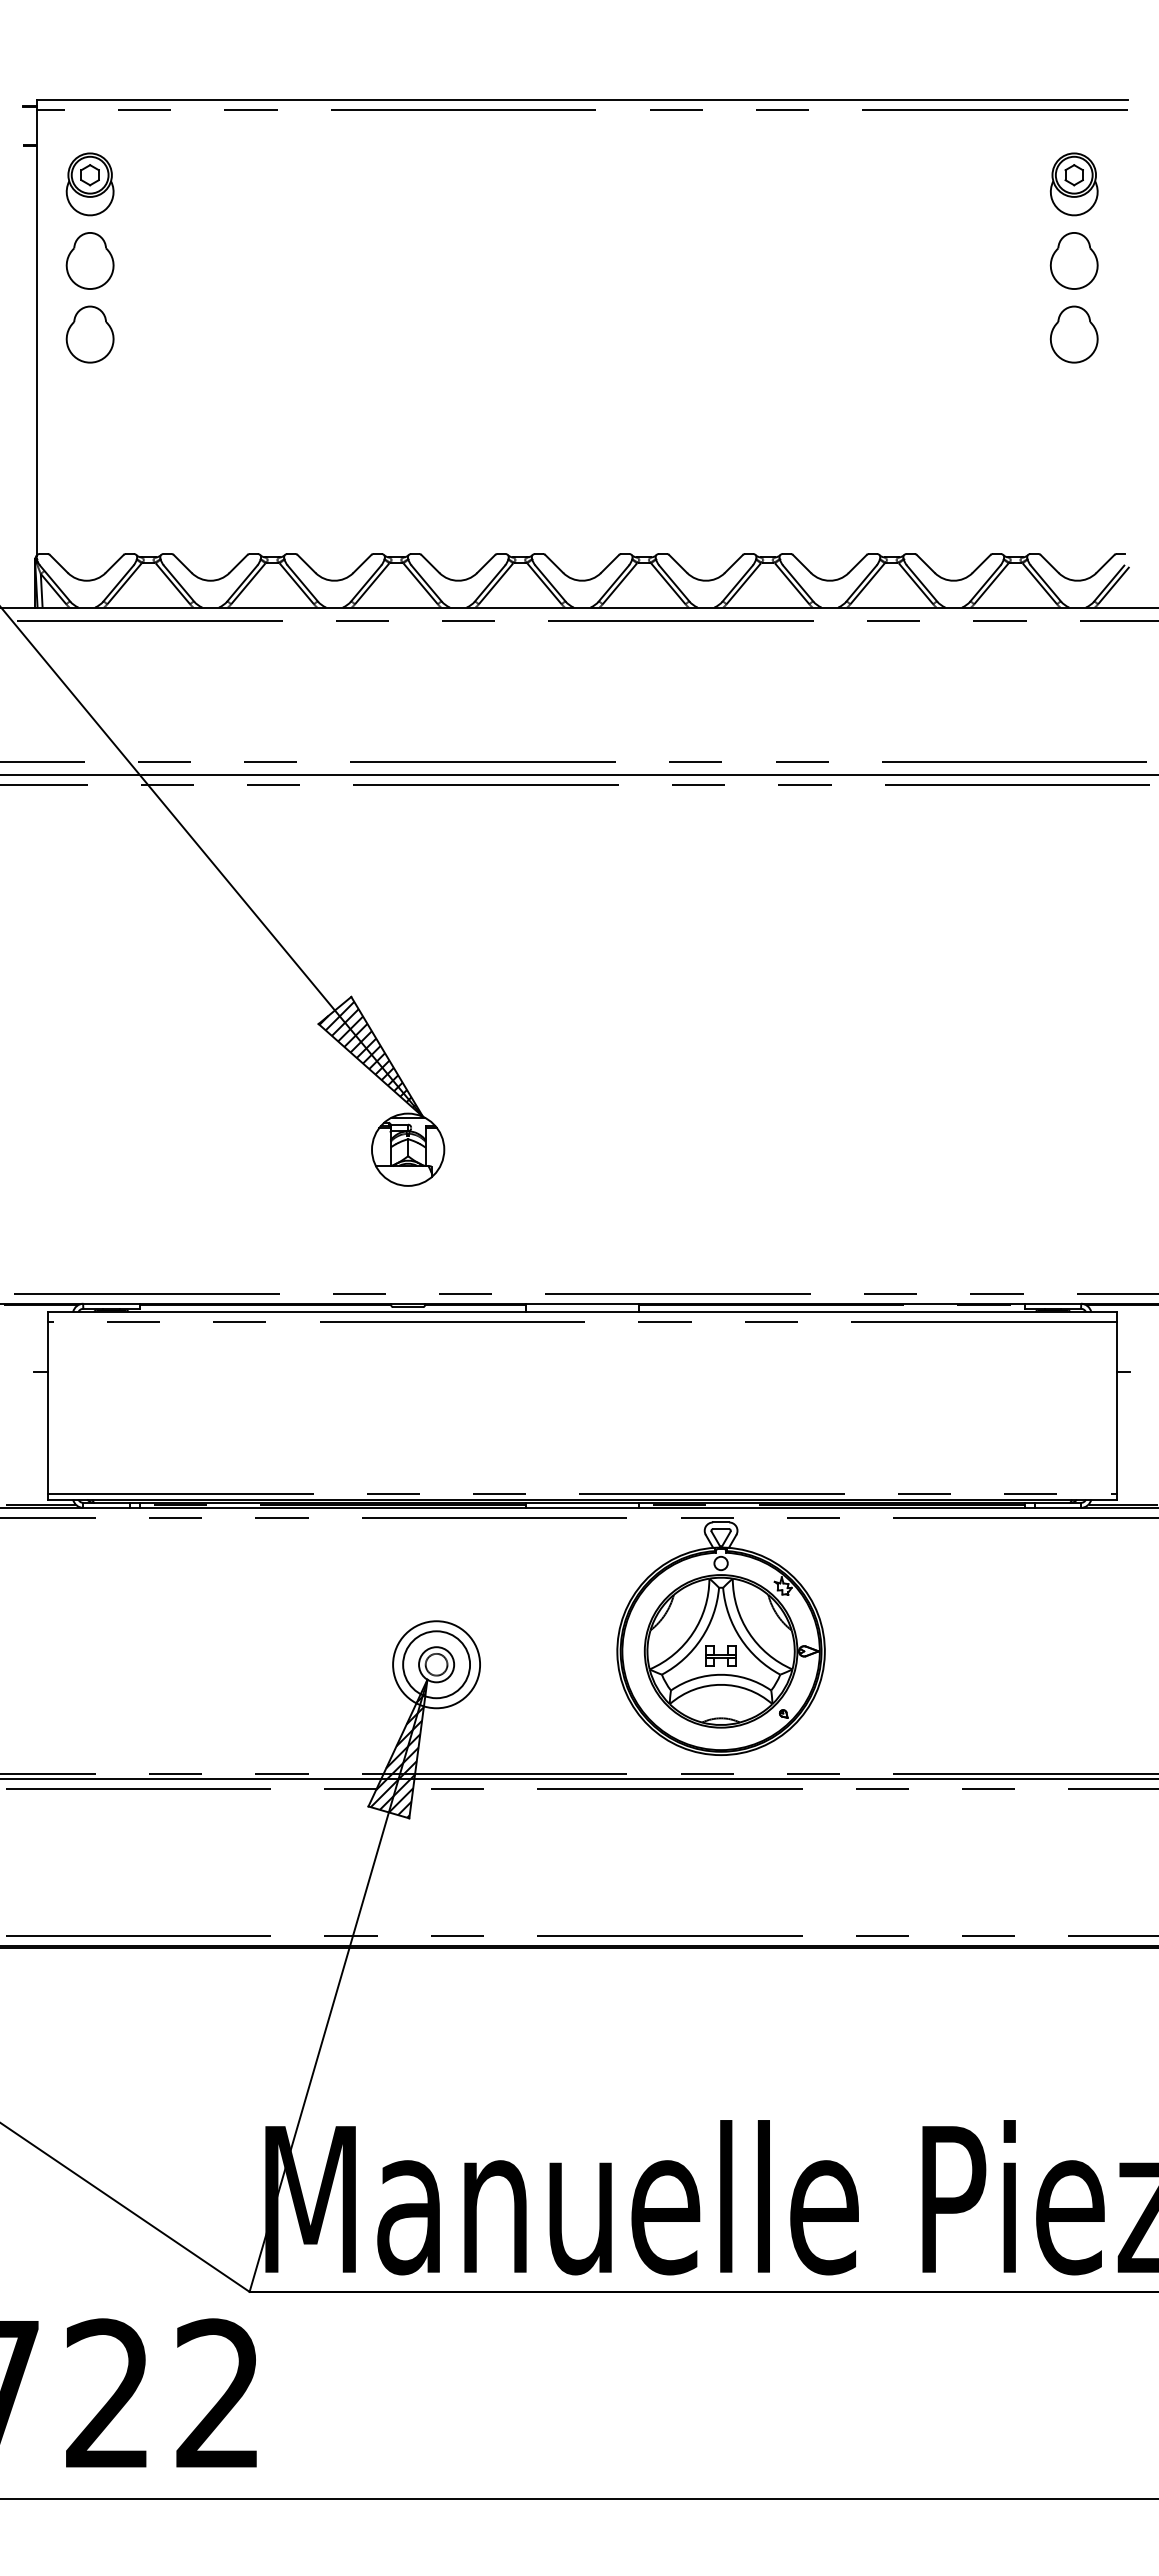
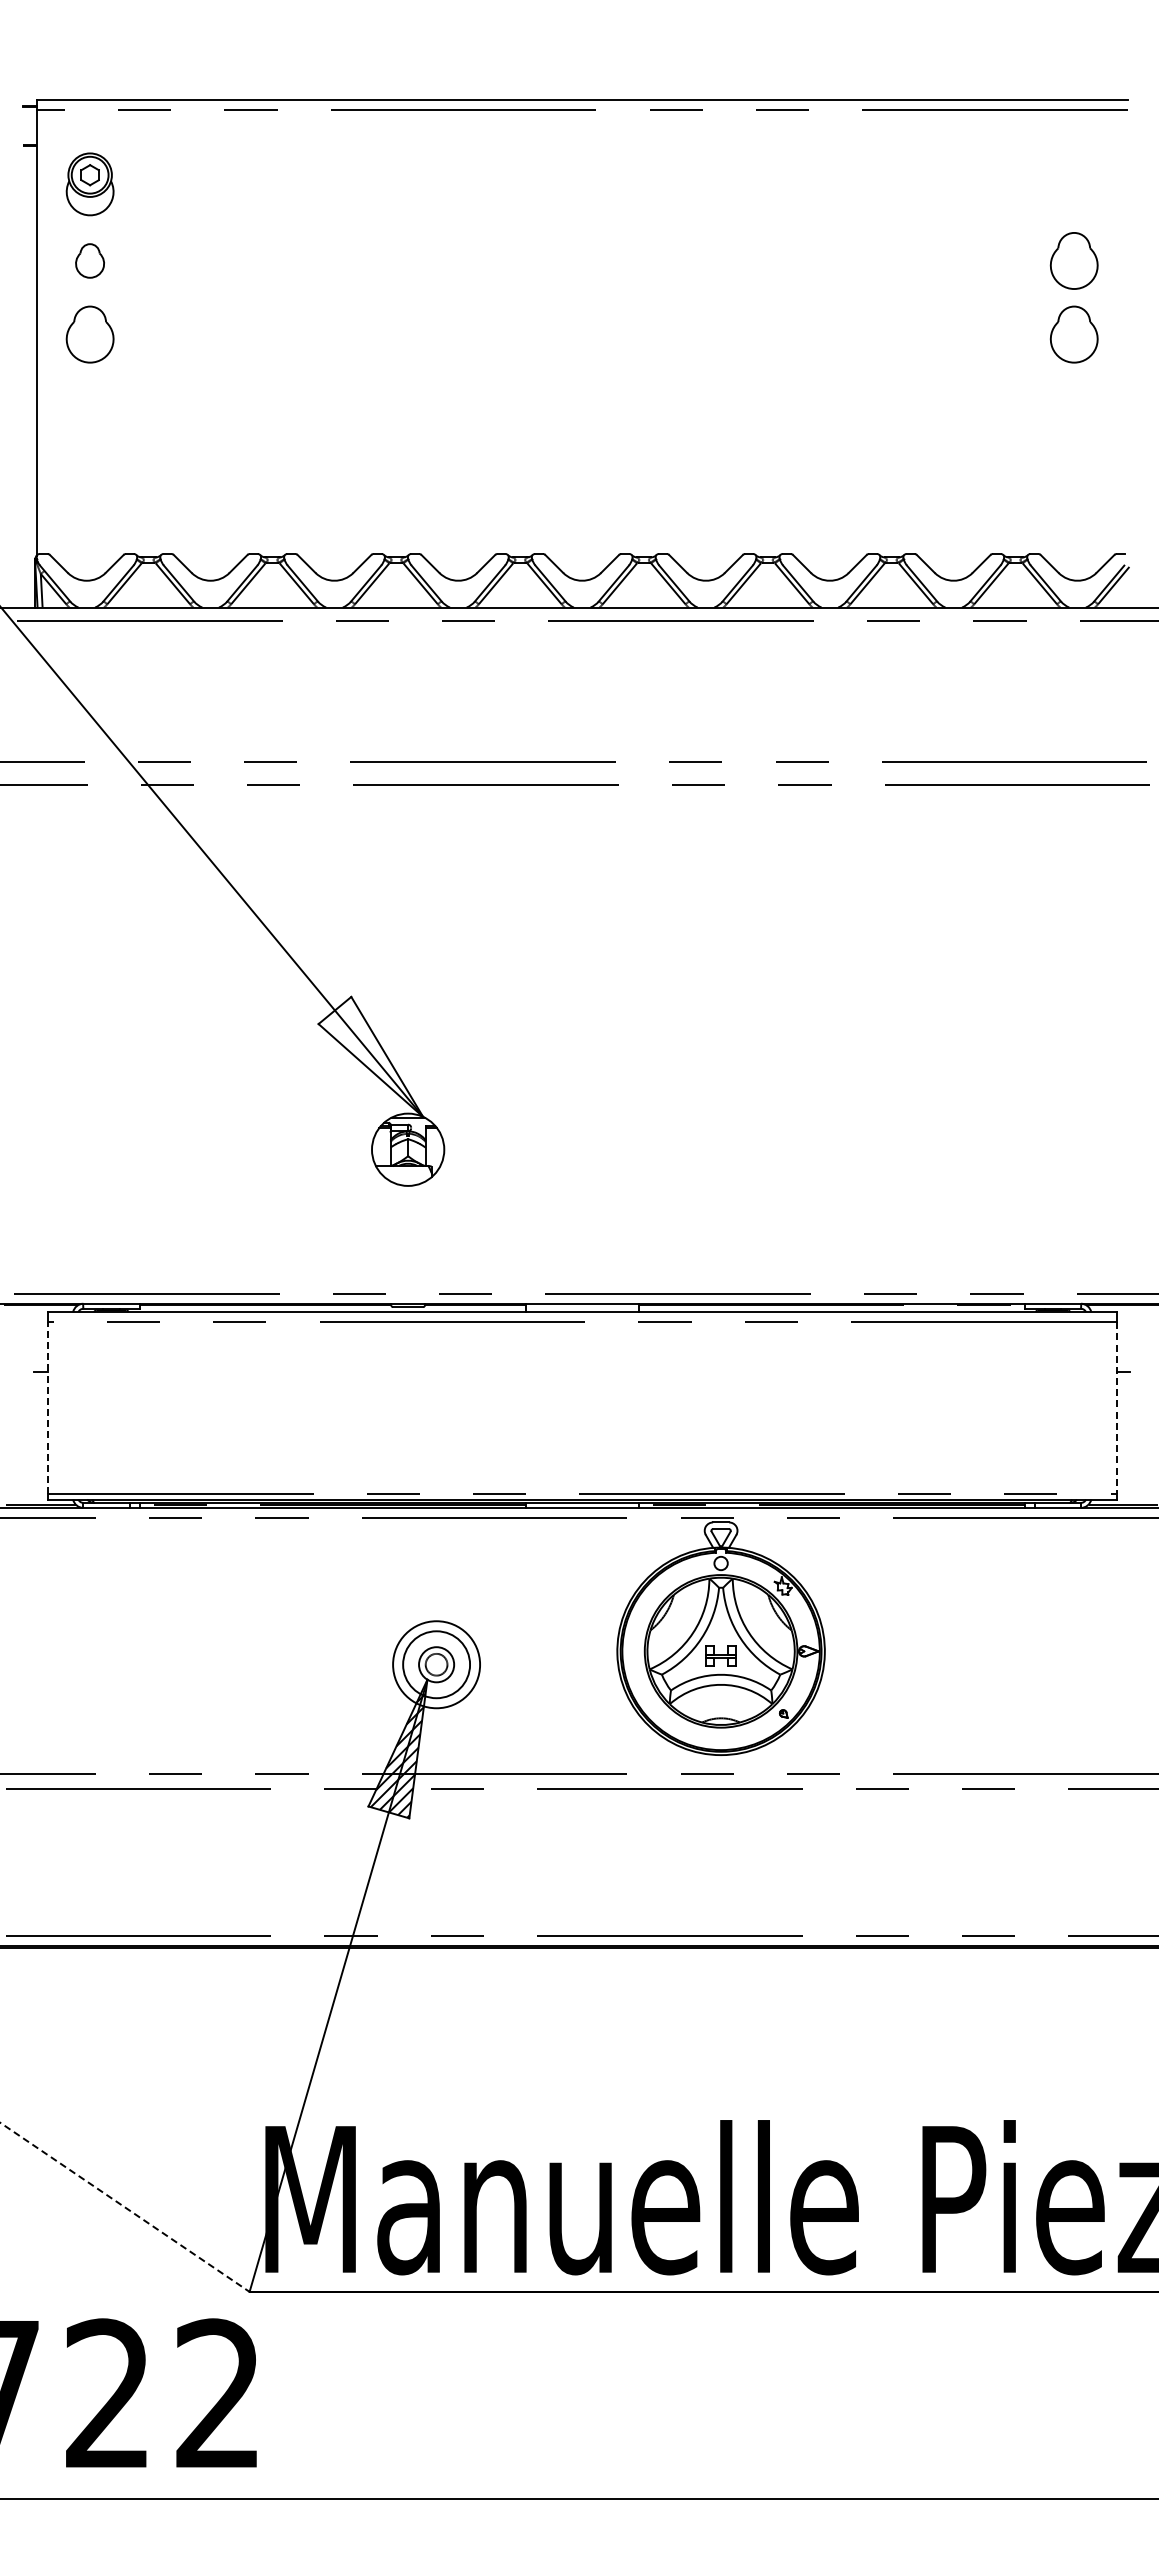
part at (1073, 184): present -> none
part at (89, 260) size: 50x58 px -> 30x36 px
line at (578, 774): present -> none
hatch at (369, 1057): present -> none
line at (47, 1407): solid -> dashed
line at (1116, 1408): solid -> dashed
line at (578, 1779): present -> none
line at (125, 2207): solid -> dashed
